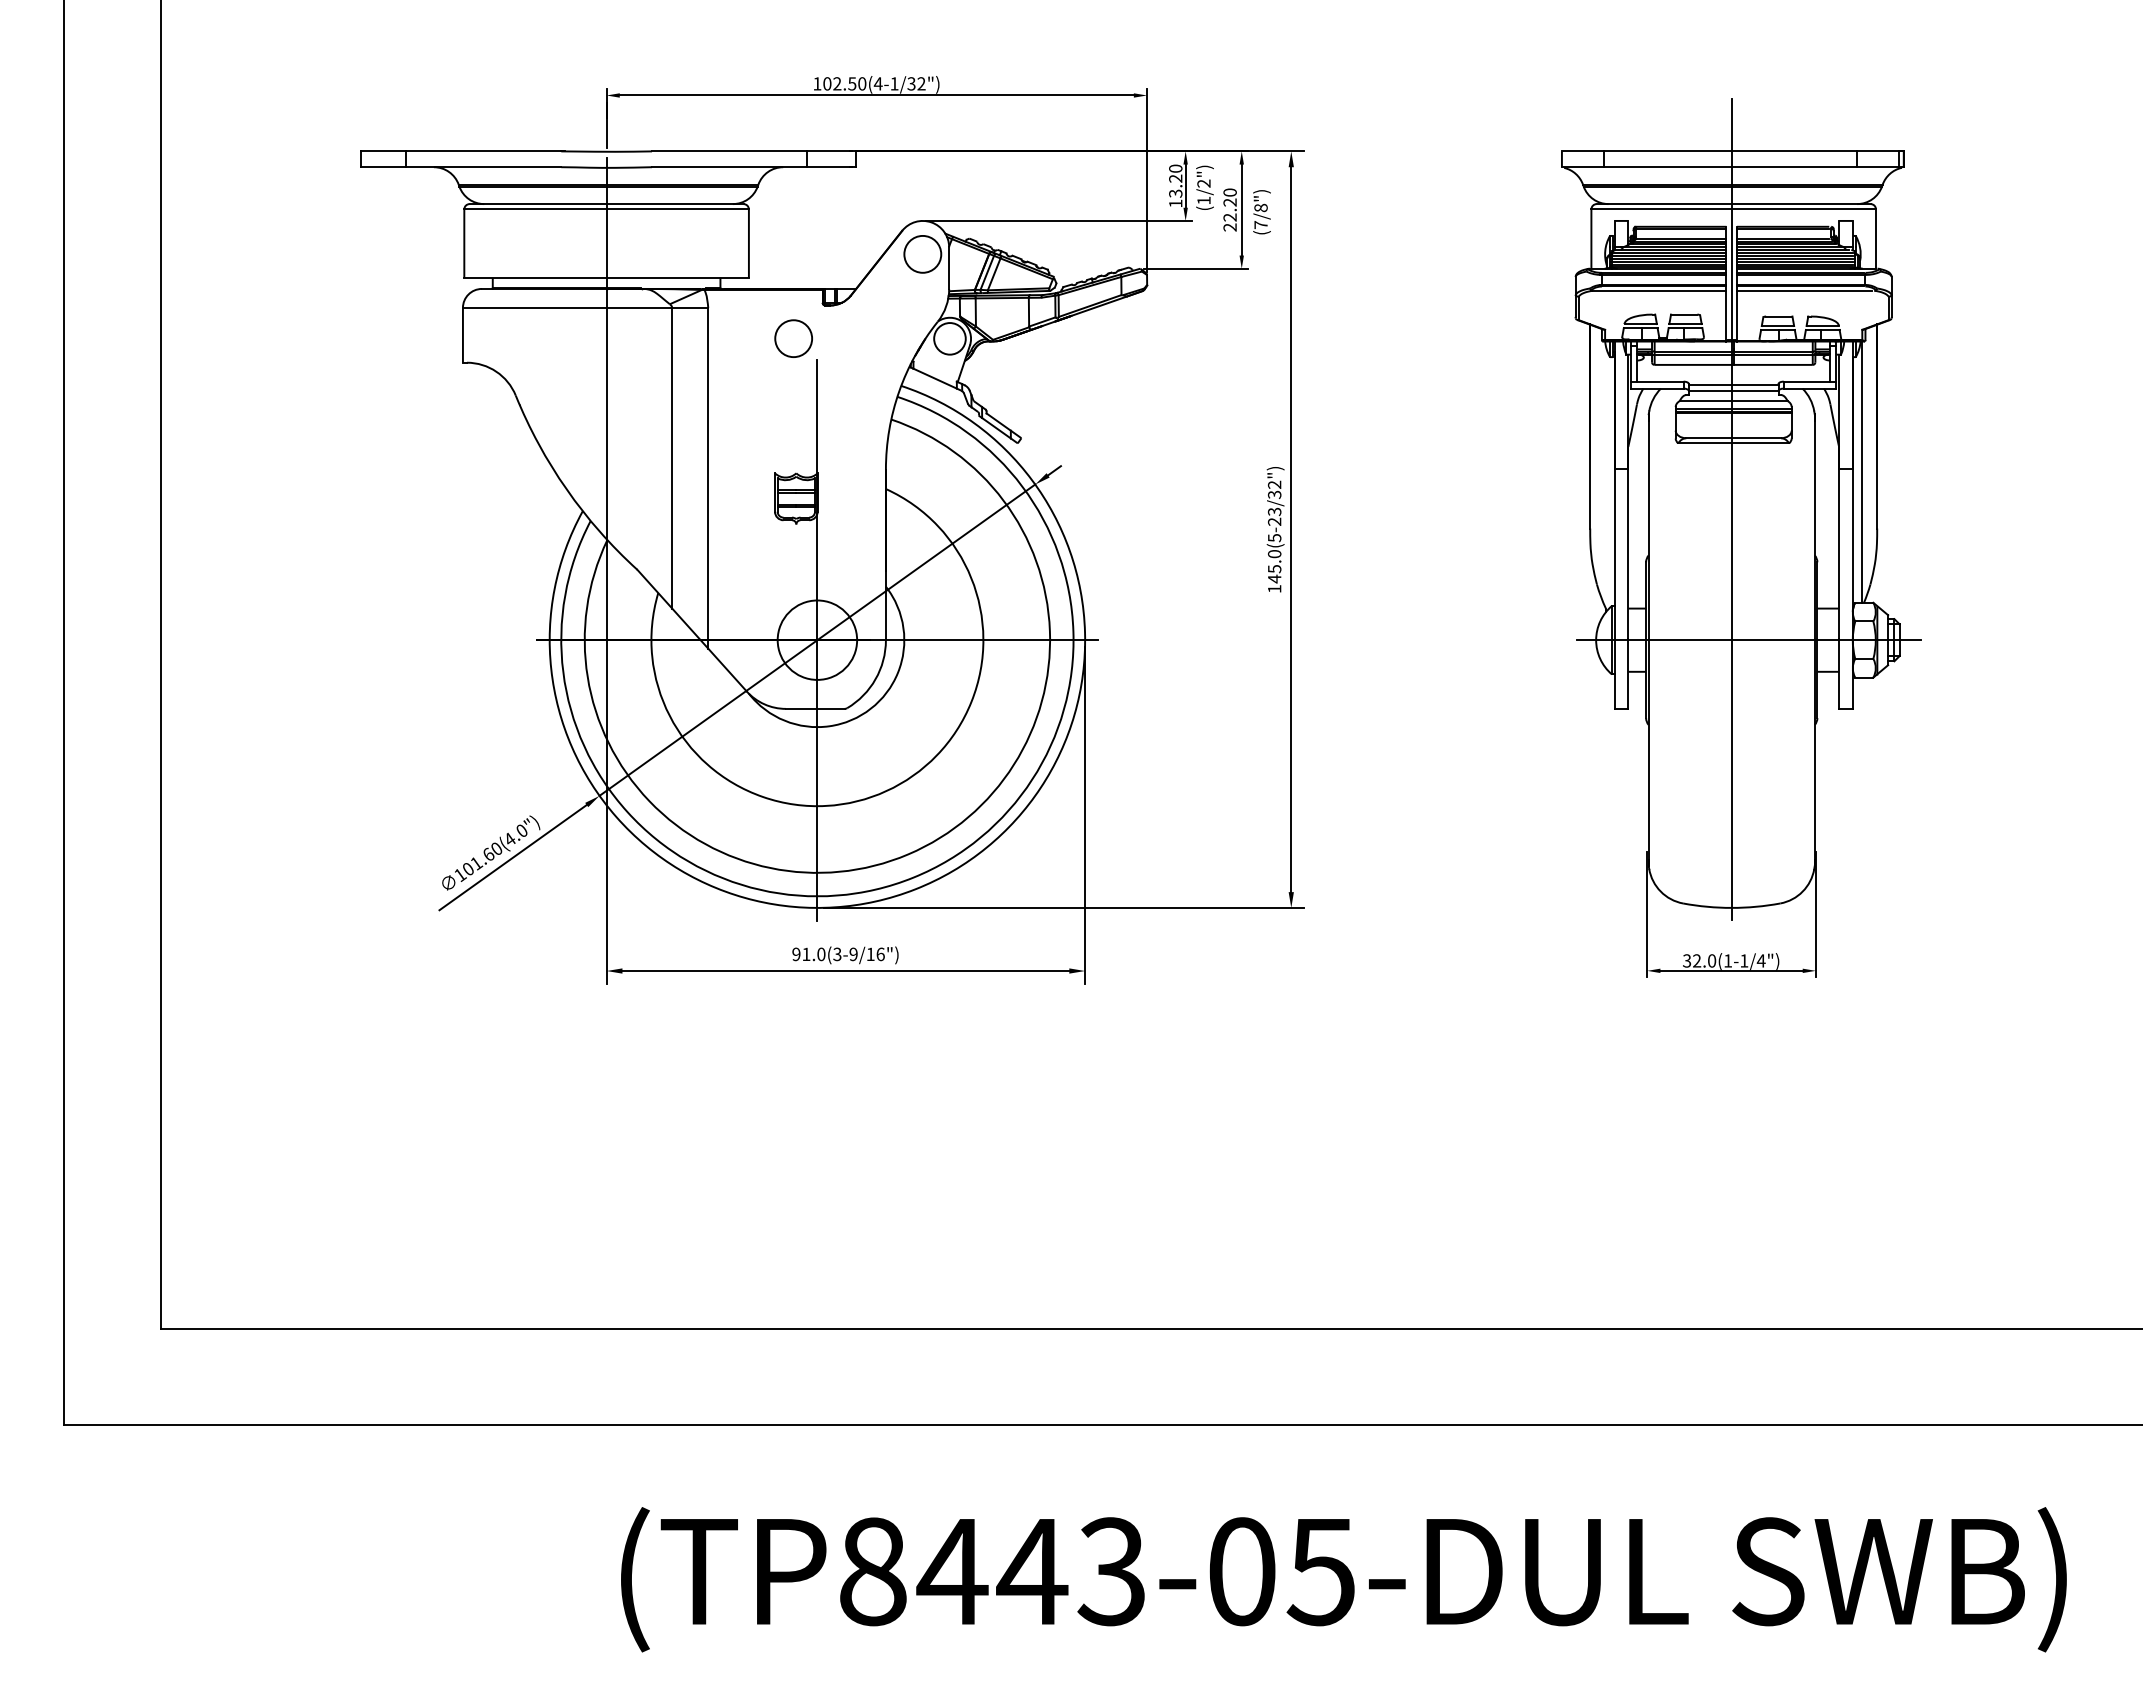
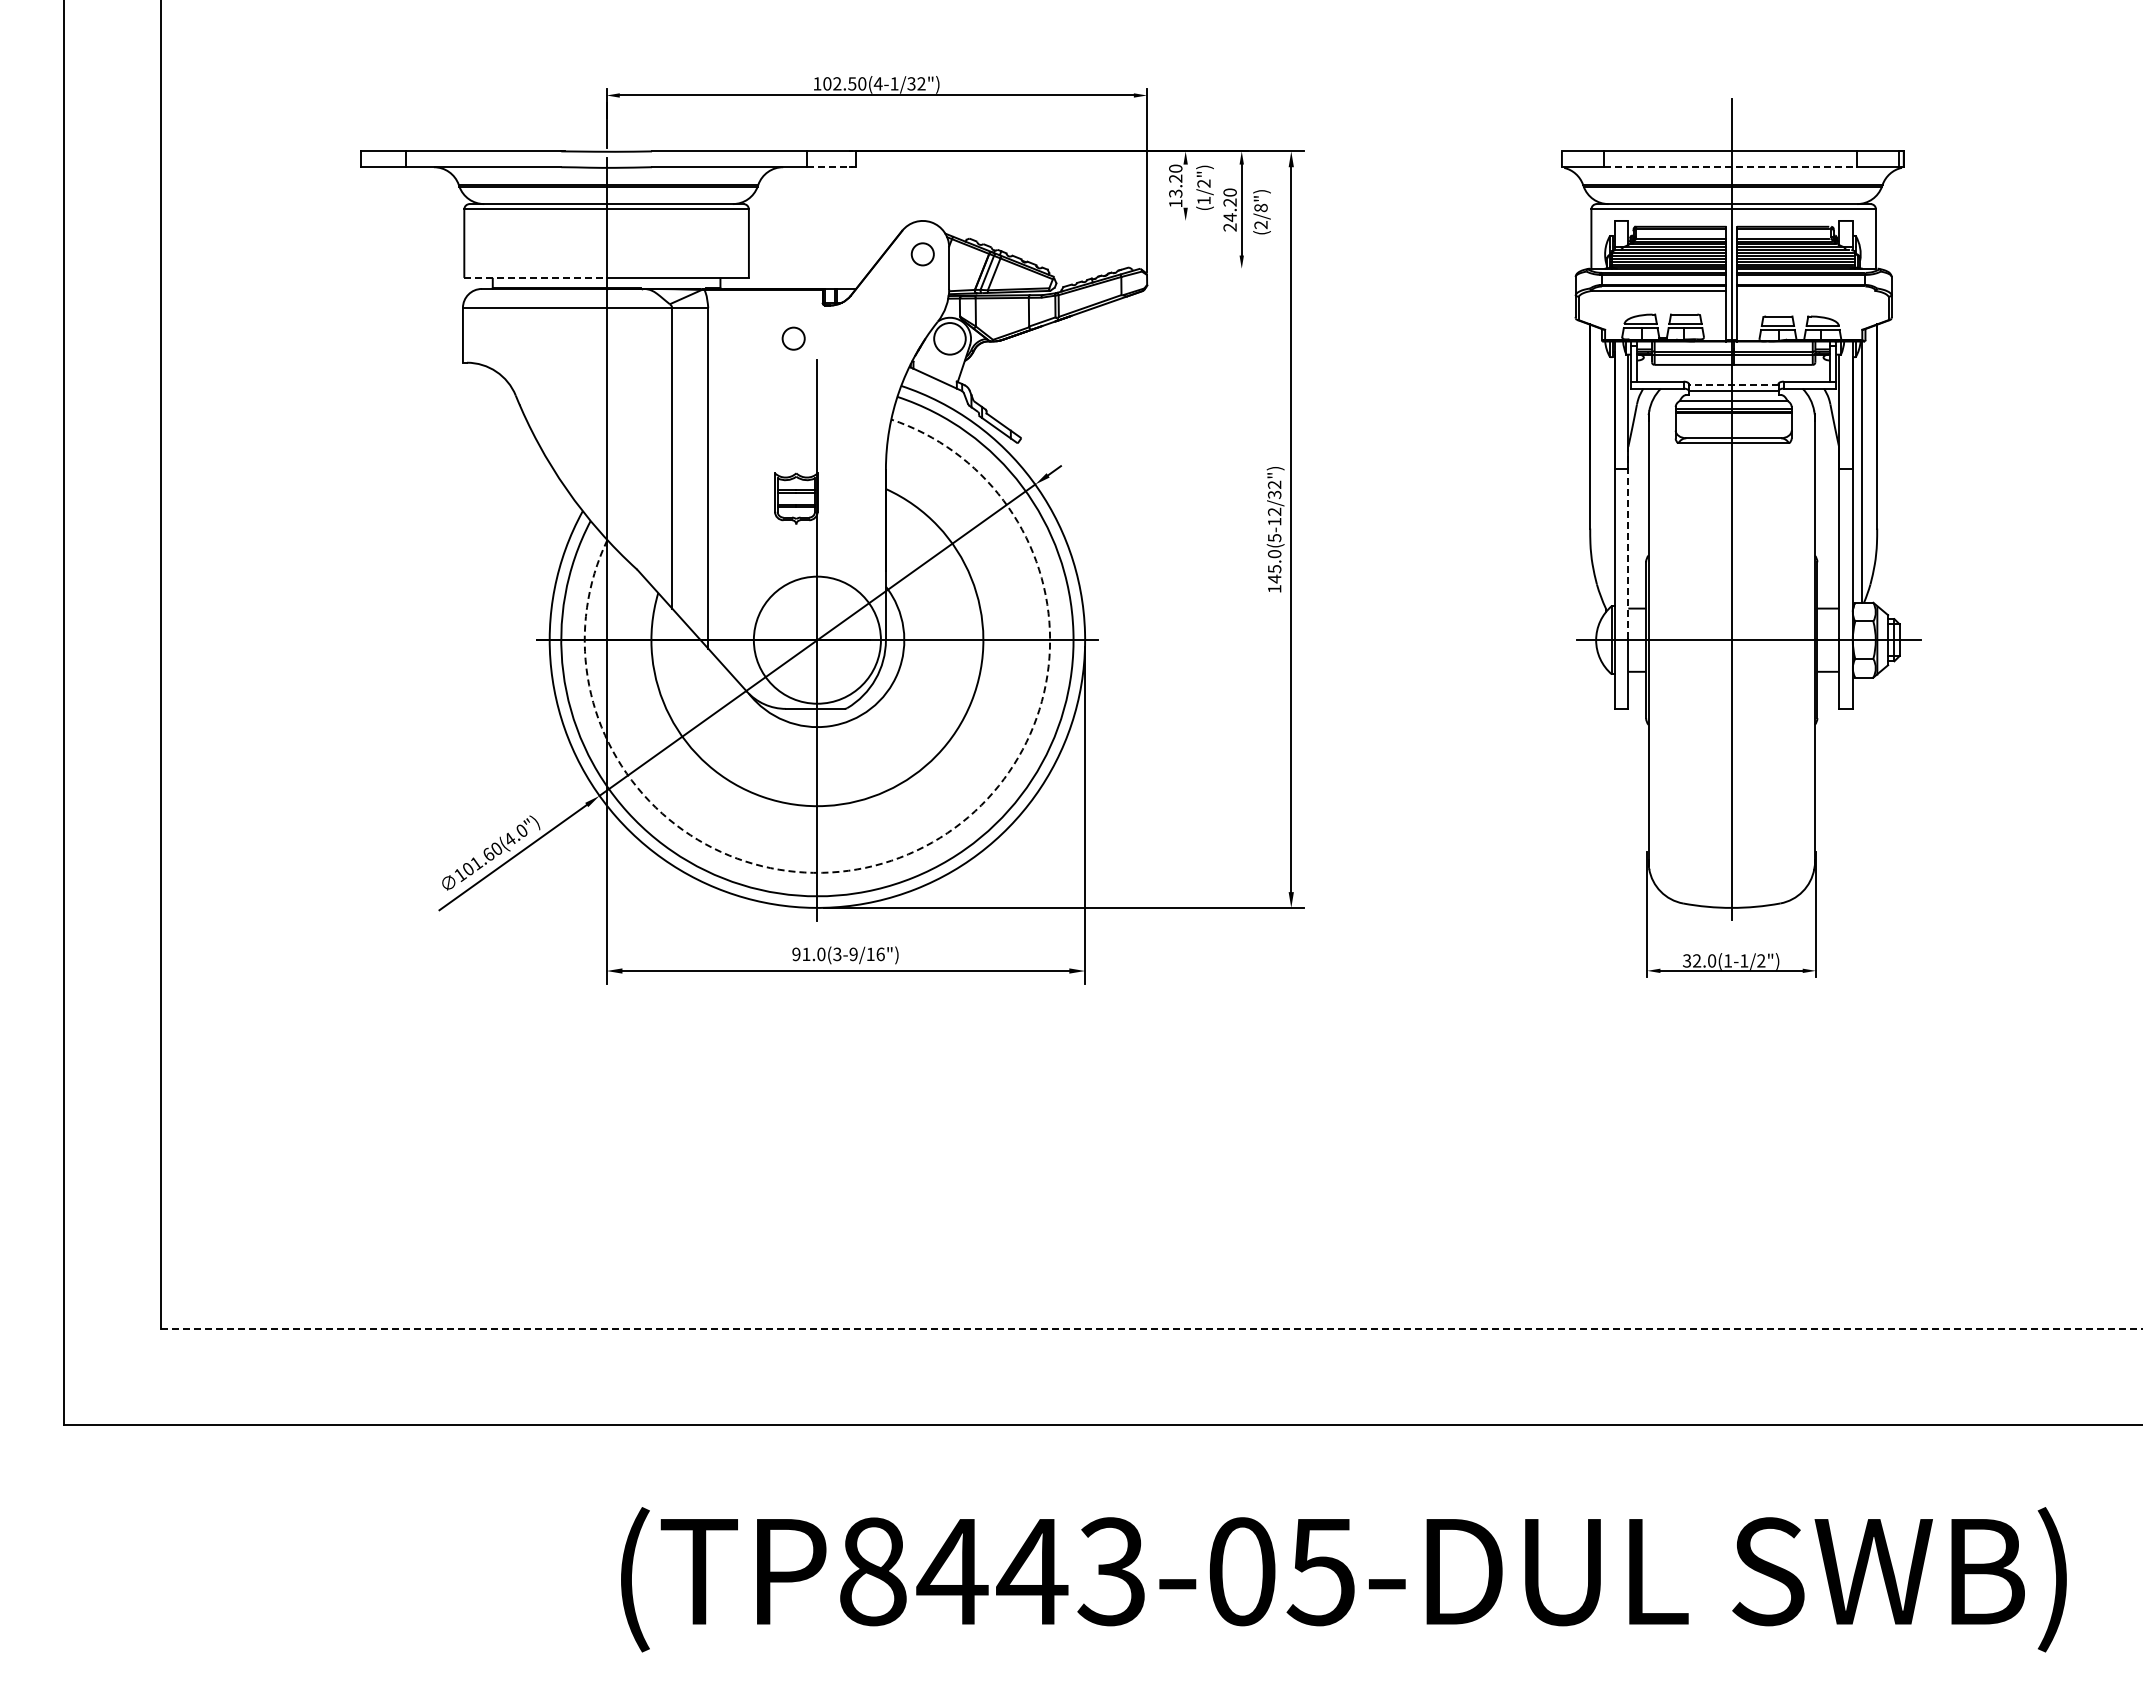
line at (831, 167): solid -> dashed
line at (1730, 167): solid -> dashed
line at (1185, 185): present -> none
text at (1229, 217): 22.20 -> 24.20
line at (1059, 220): present -> none
text at (1260, 225): (7/8") -> (2/8")
circle at (922, 253) diameter: 37 px -> 22 px
line at (1195, 268): present -> none
line at (535, 277): solid -> dashed
line at (1804, 290): present -> none
circle at (793, 338) diameter: 37 px -> 22 px
line at (1733, 385): solid -> dashed
text at (1274, 516): 145.0(5-23/32") -> 145.0(5-12/32")
line at (1628, 542): solid -> dashed
circle at (817, 639) diameter: 79 px -> 127 px
arc at (908, 854): solid -> dashed
text at (1760, 960): 32.0(1-1/4") -> 32.0(1-1/2")
line at (1151, 1328): solid -> dashed
